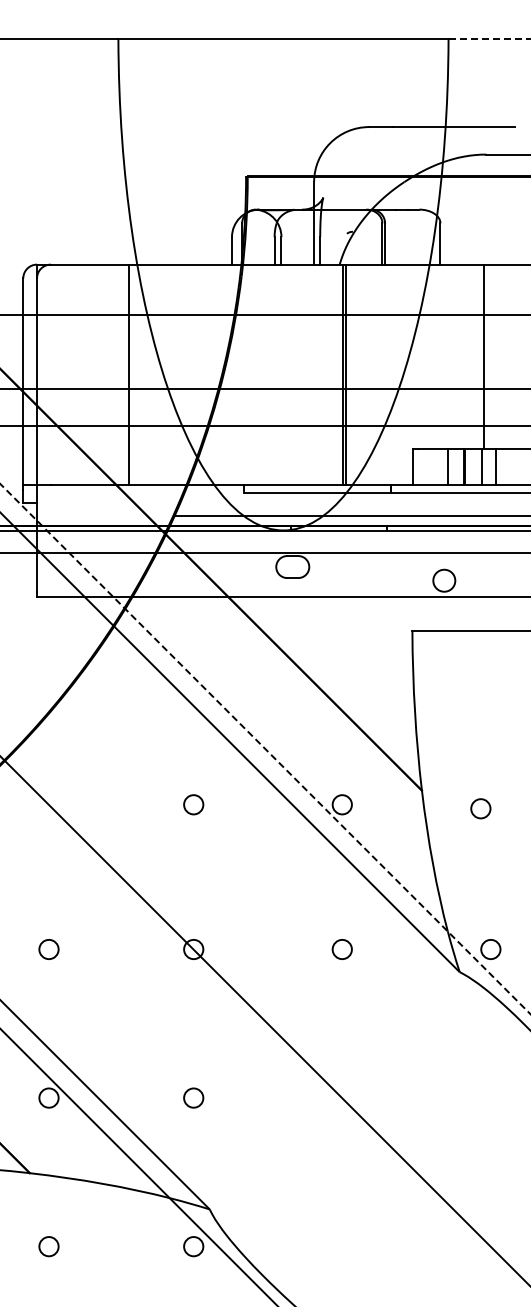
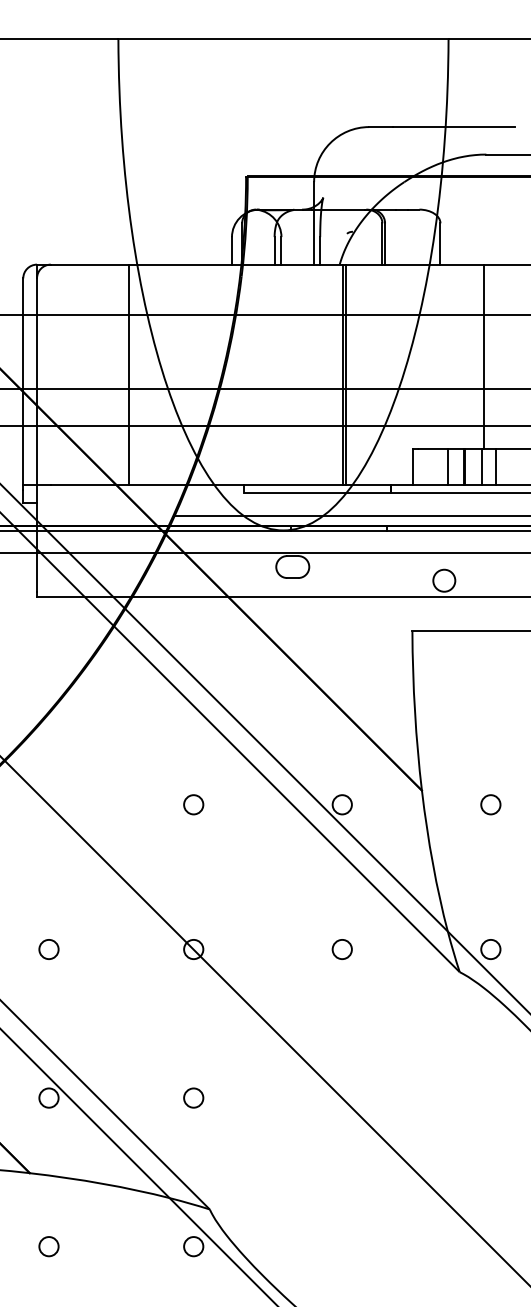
line at (489, 39): dashed -> solid
line at (265, 749): dashed -> solid
circle at (480, 808) position: (480, 808) -> (490, 804)
